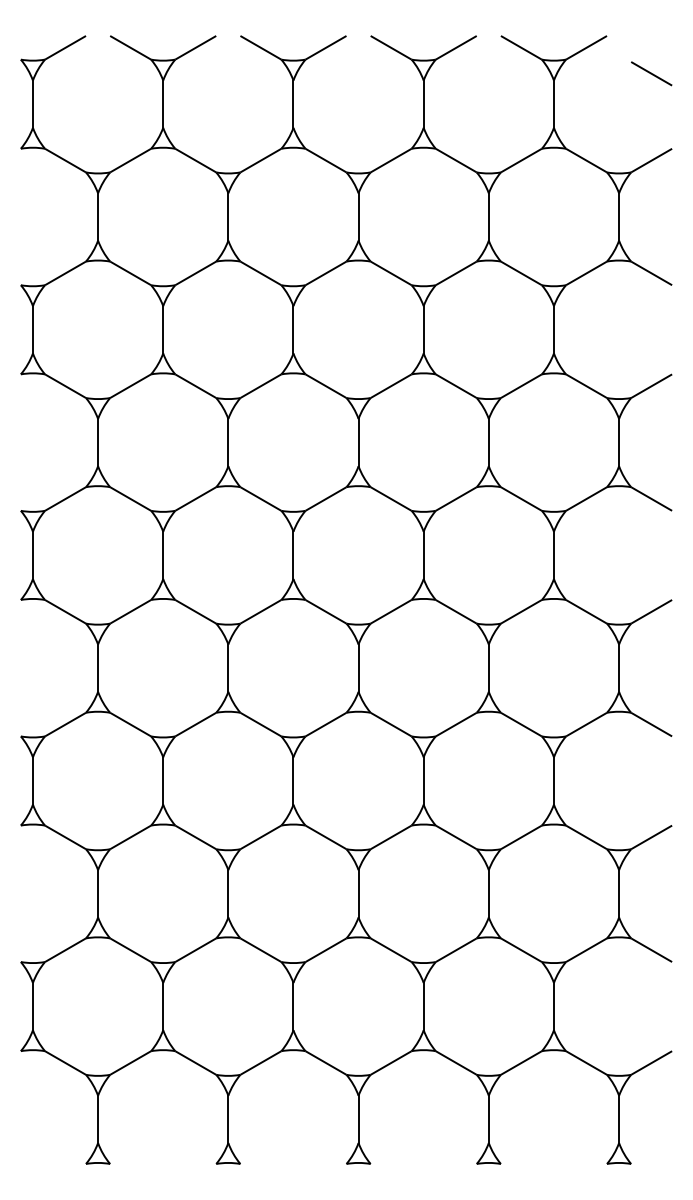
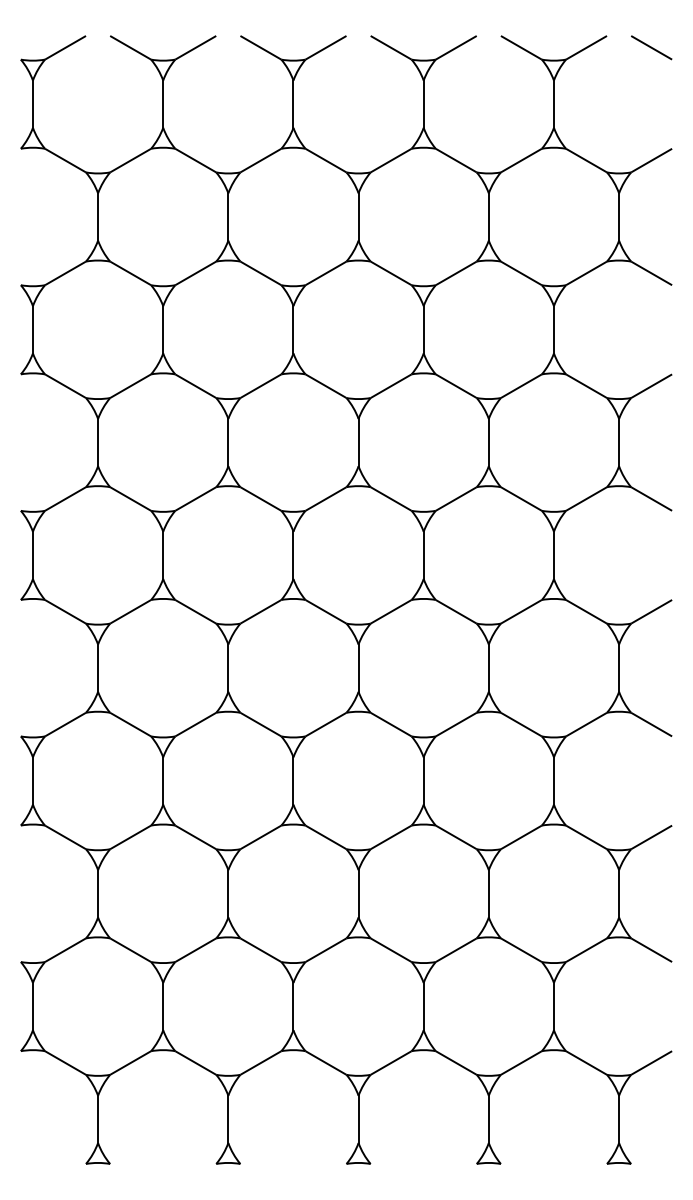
line at (651, 73) position: (651, 73) -> (651, 47)
